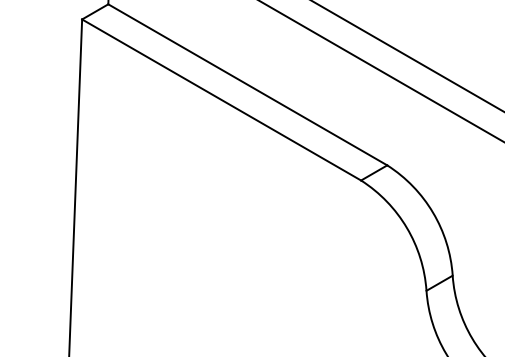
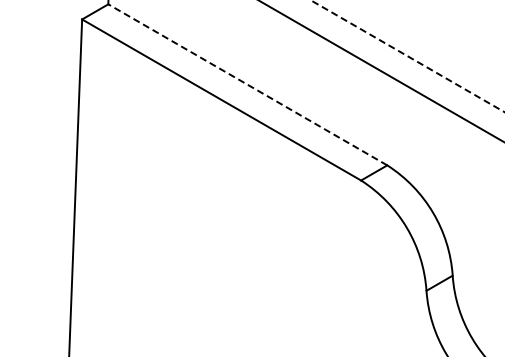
line at (408, 56): solid -> dashed
line at (247, 84): solid -> dashed
